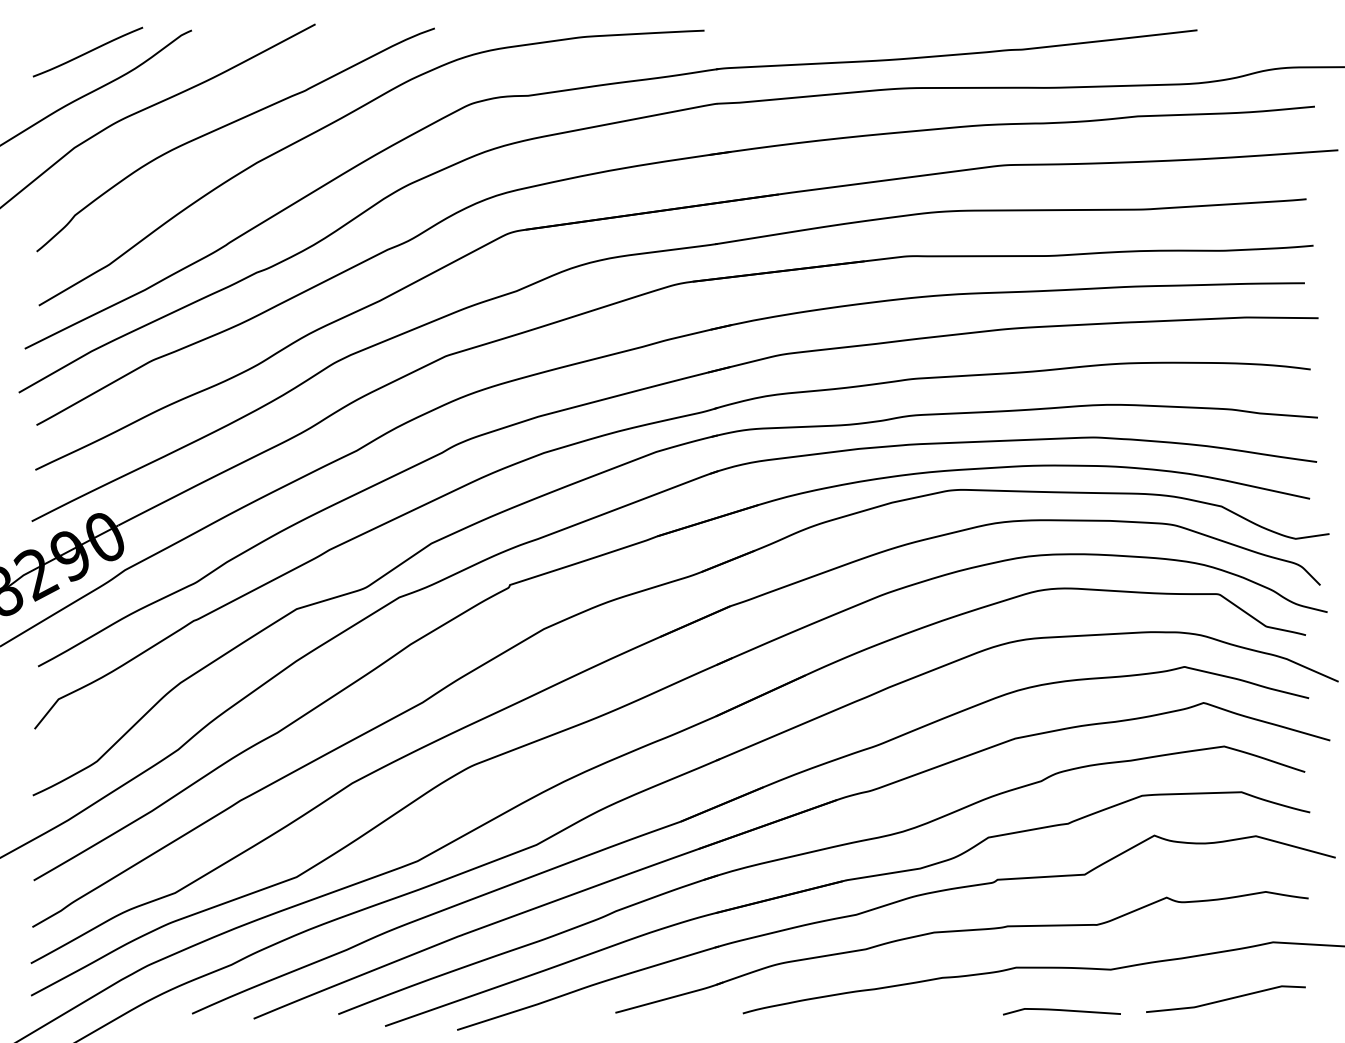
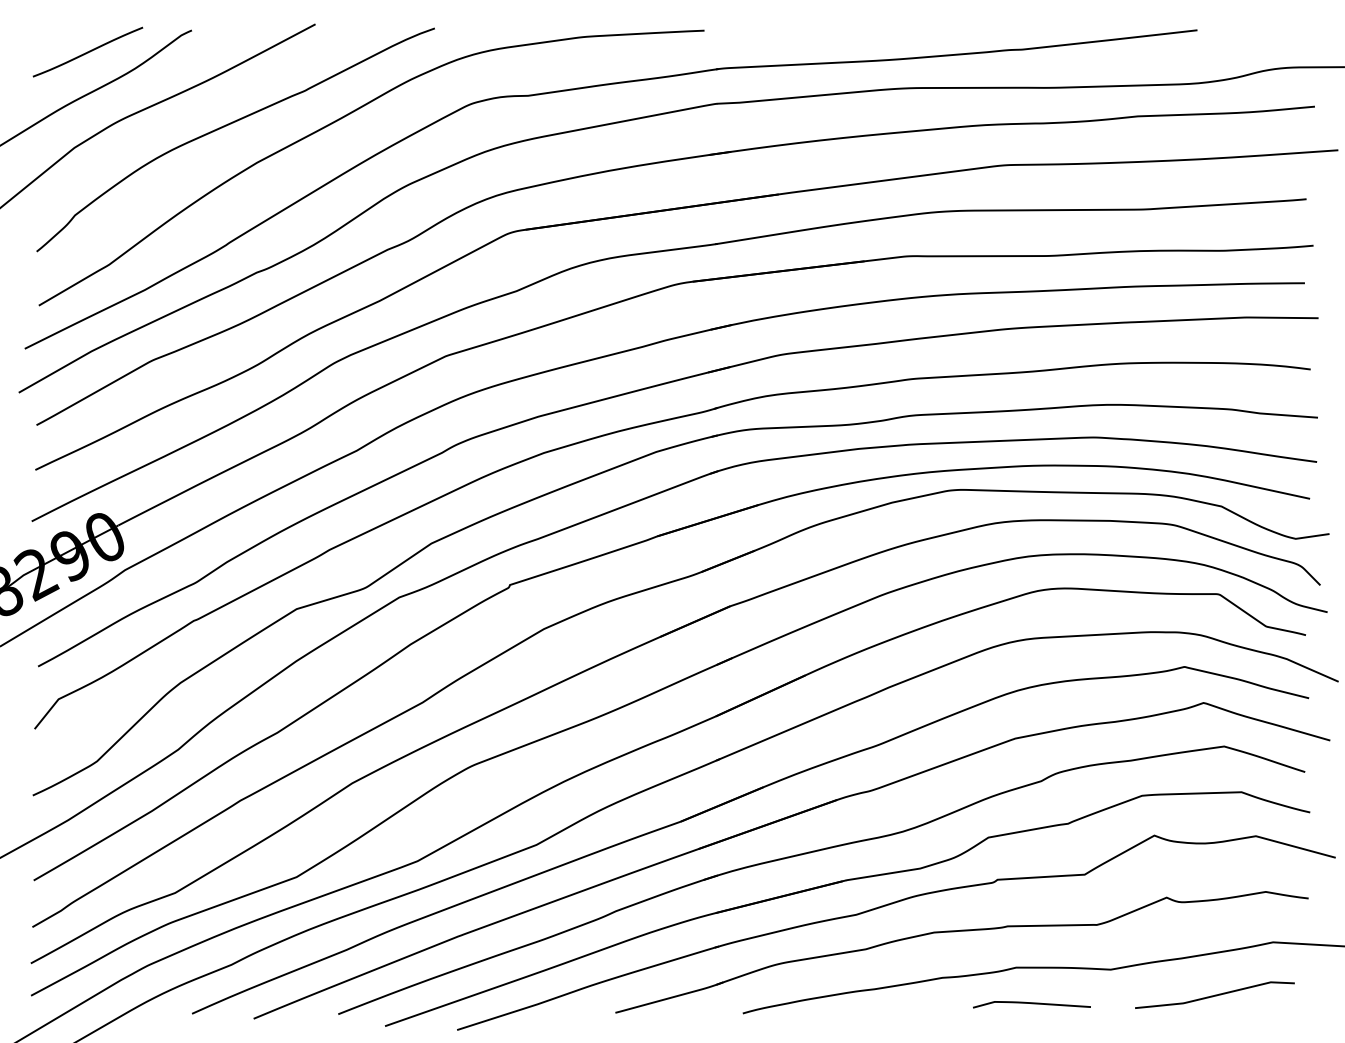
curve at (1226, 998) position: (1226, 998) -> (1215, 994)
curve at (1061, 1011) position: (1061, 1011) -> (1031, 1004)
